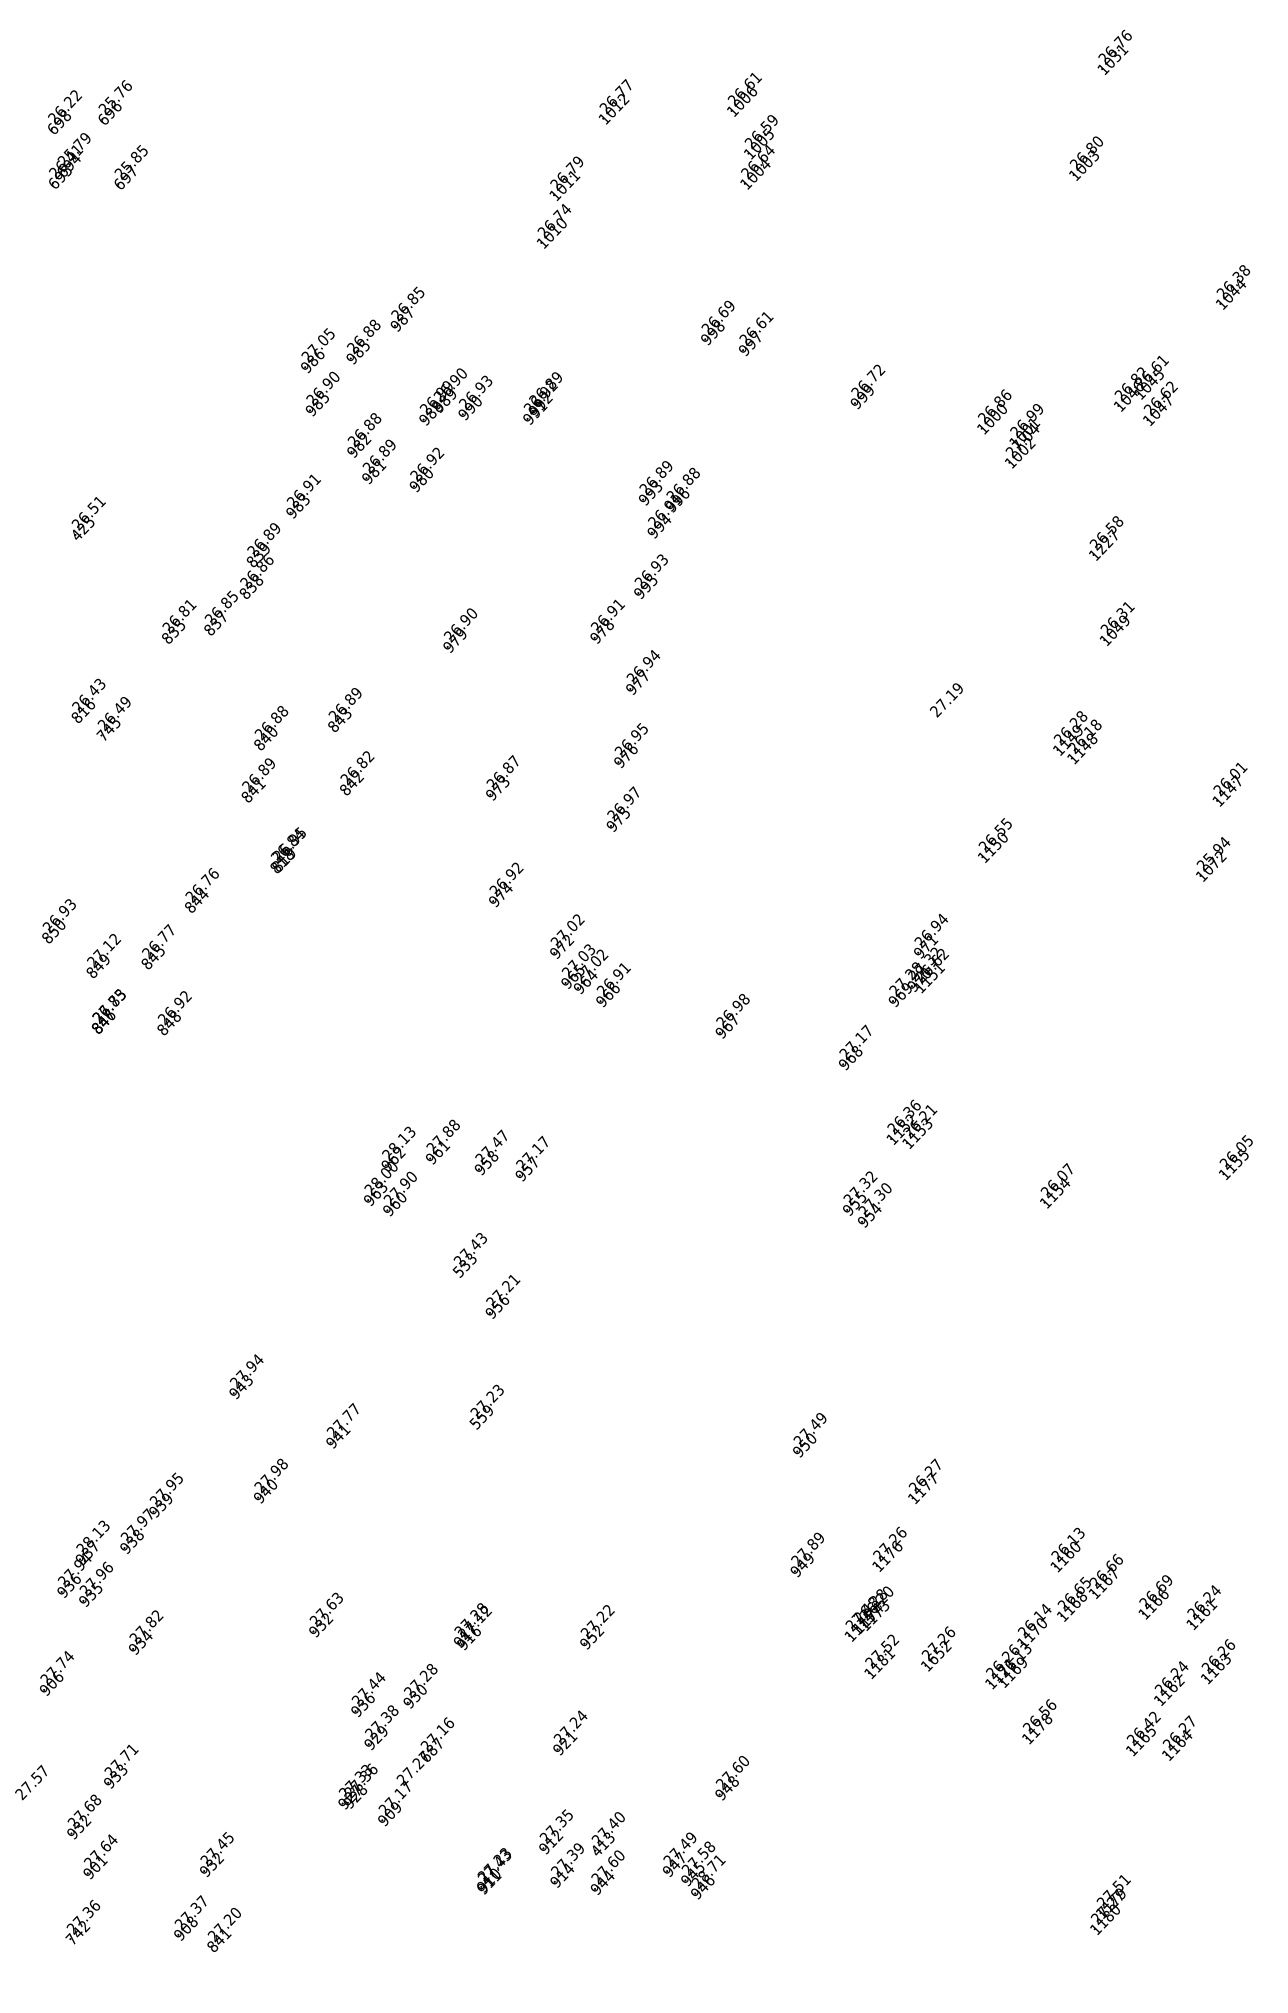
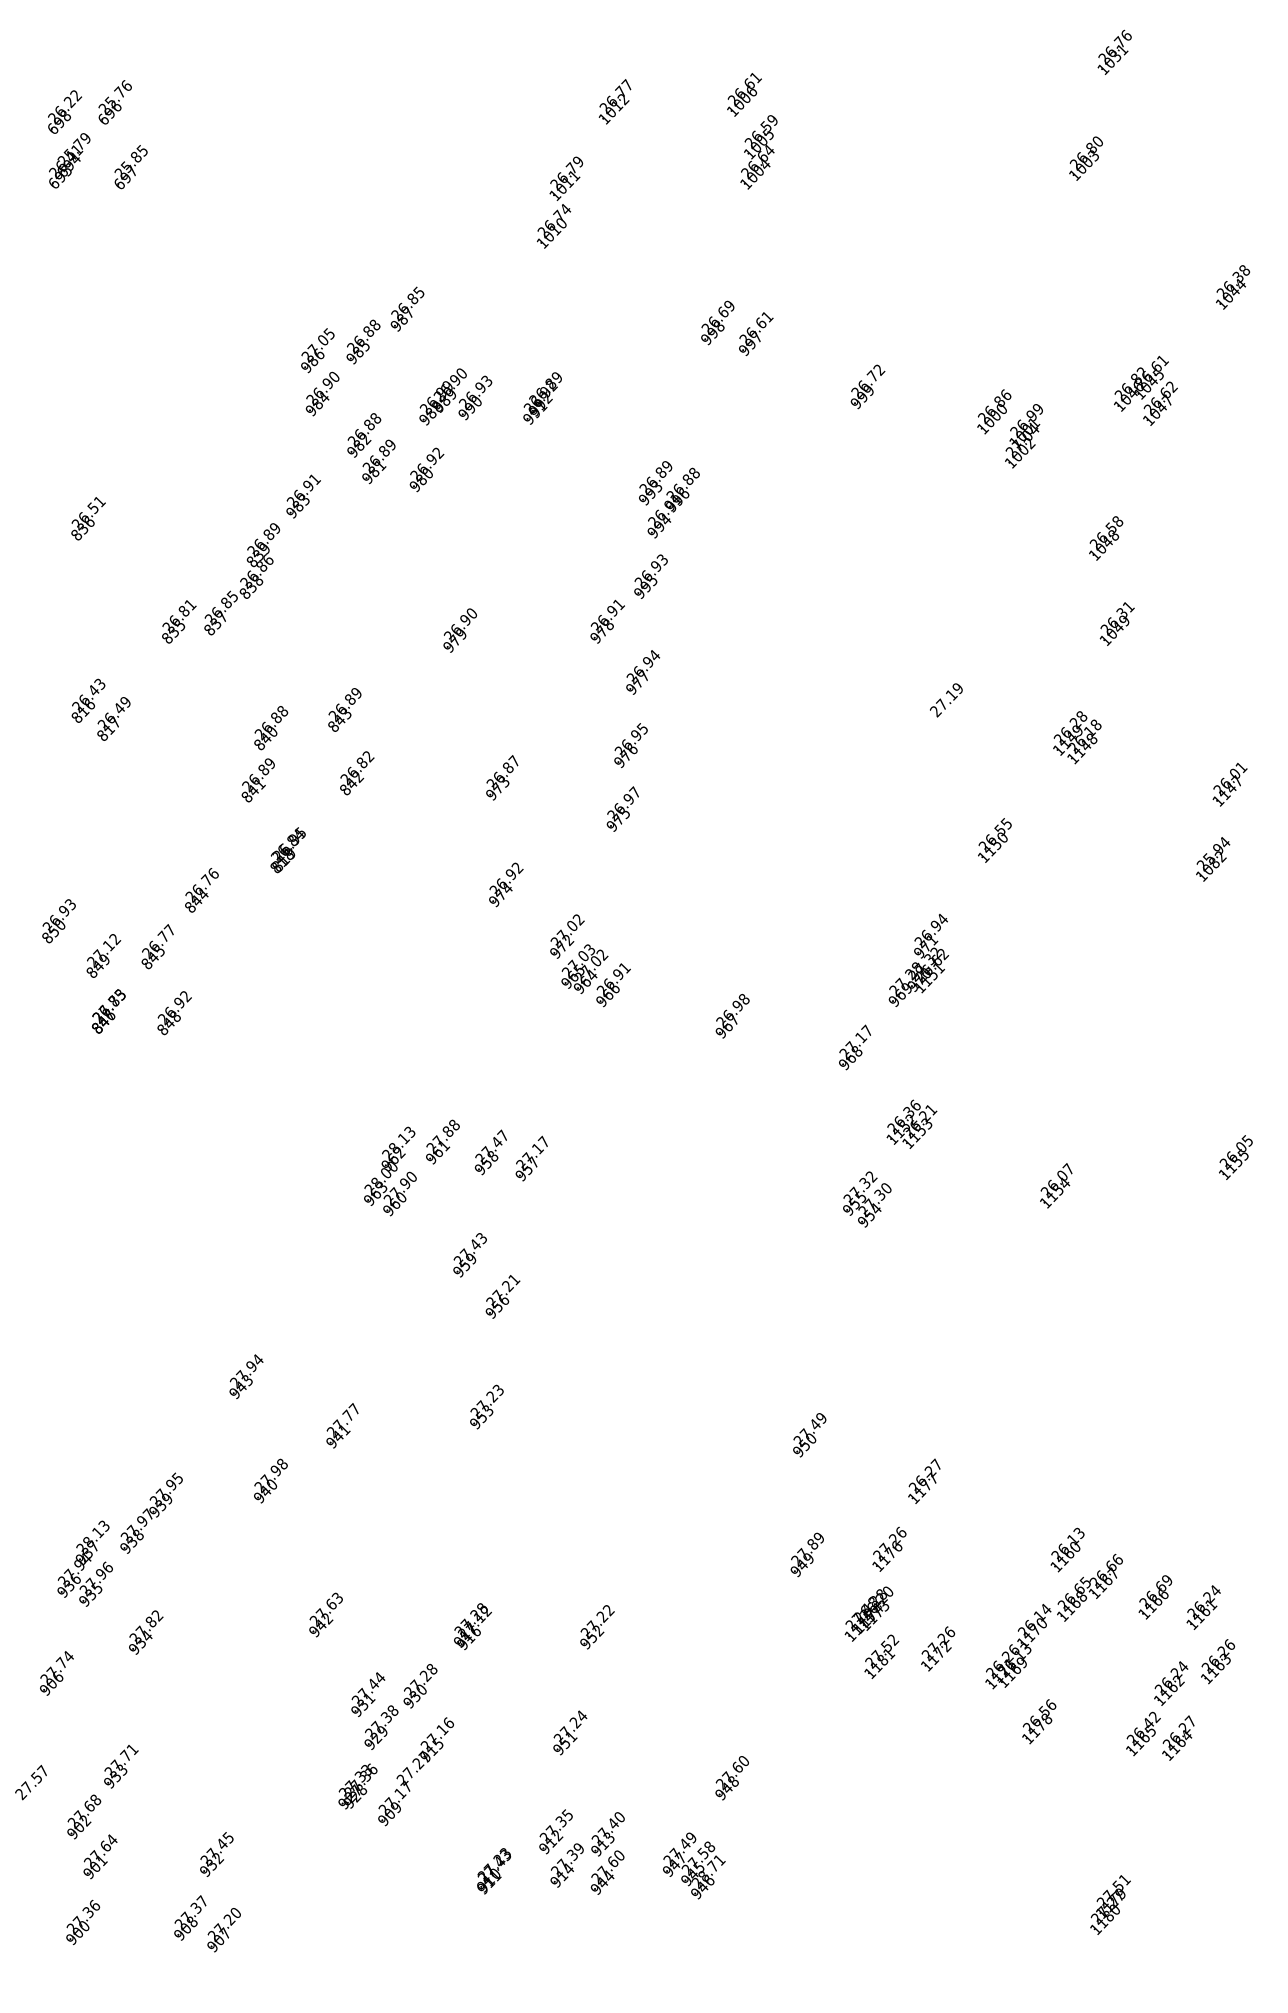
text at (323, 398): 985 -> 984
text at (82, 528): 425 -> 836
text at (1107, 541): 1227 -> 1048
text at (108, 728): 745 -> 817
text at (1213, 862): 1072 -> 1082
text at (464, 1265): 533 -> 959
text at (481, 1417): 559 -> 953
text at (320, 1625): 932 -> 942
text at (935, 1655): 1652 -> 1172
text at (369, 1697): 936 -> 931
text at (565, 1743): 921 -> 951
text at (431, 1749): 687 -> 915
text at (78, 1828): 932 -> 902
text at (596, 1850): 413 -> 913
text at (77, 1933): 742 -> 900
text at (219, 1939): 841 -> 907
